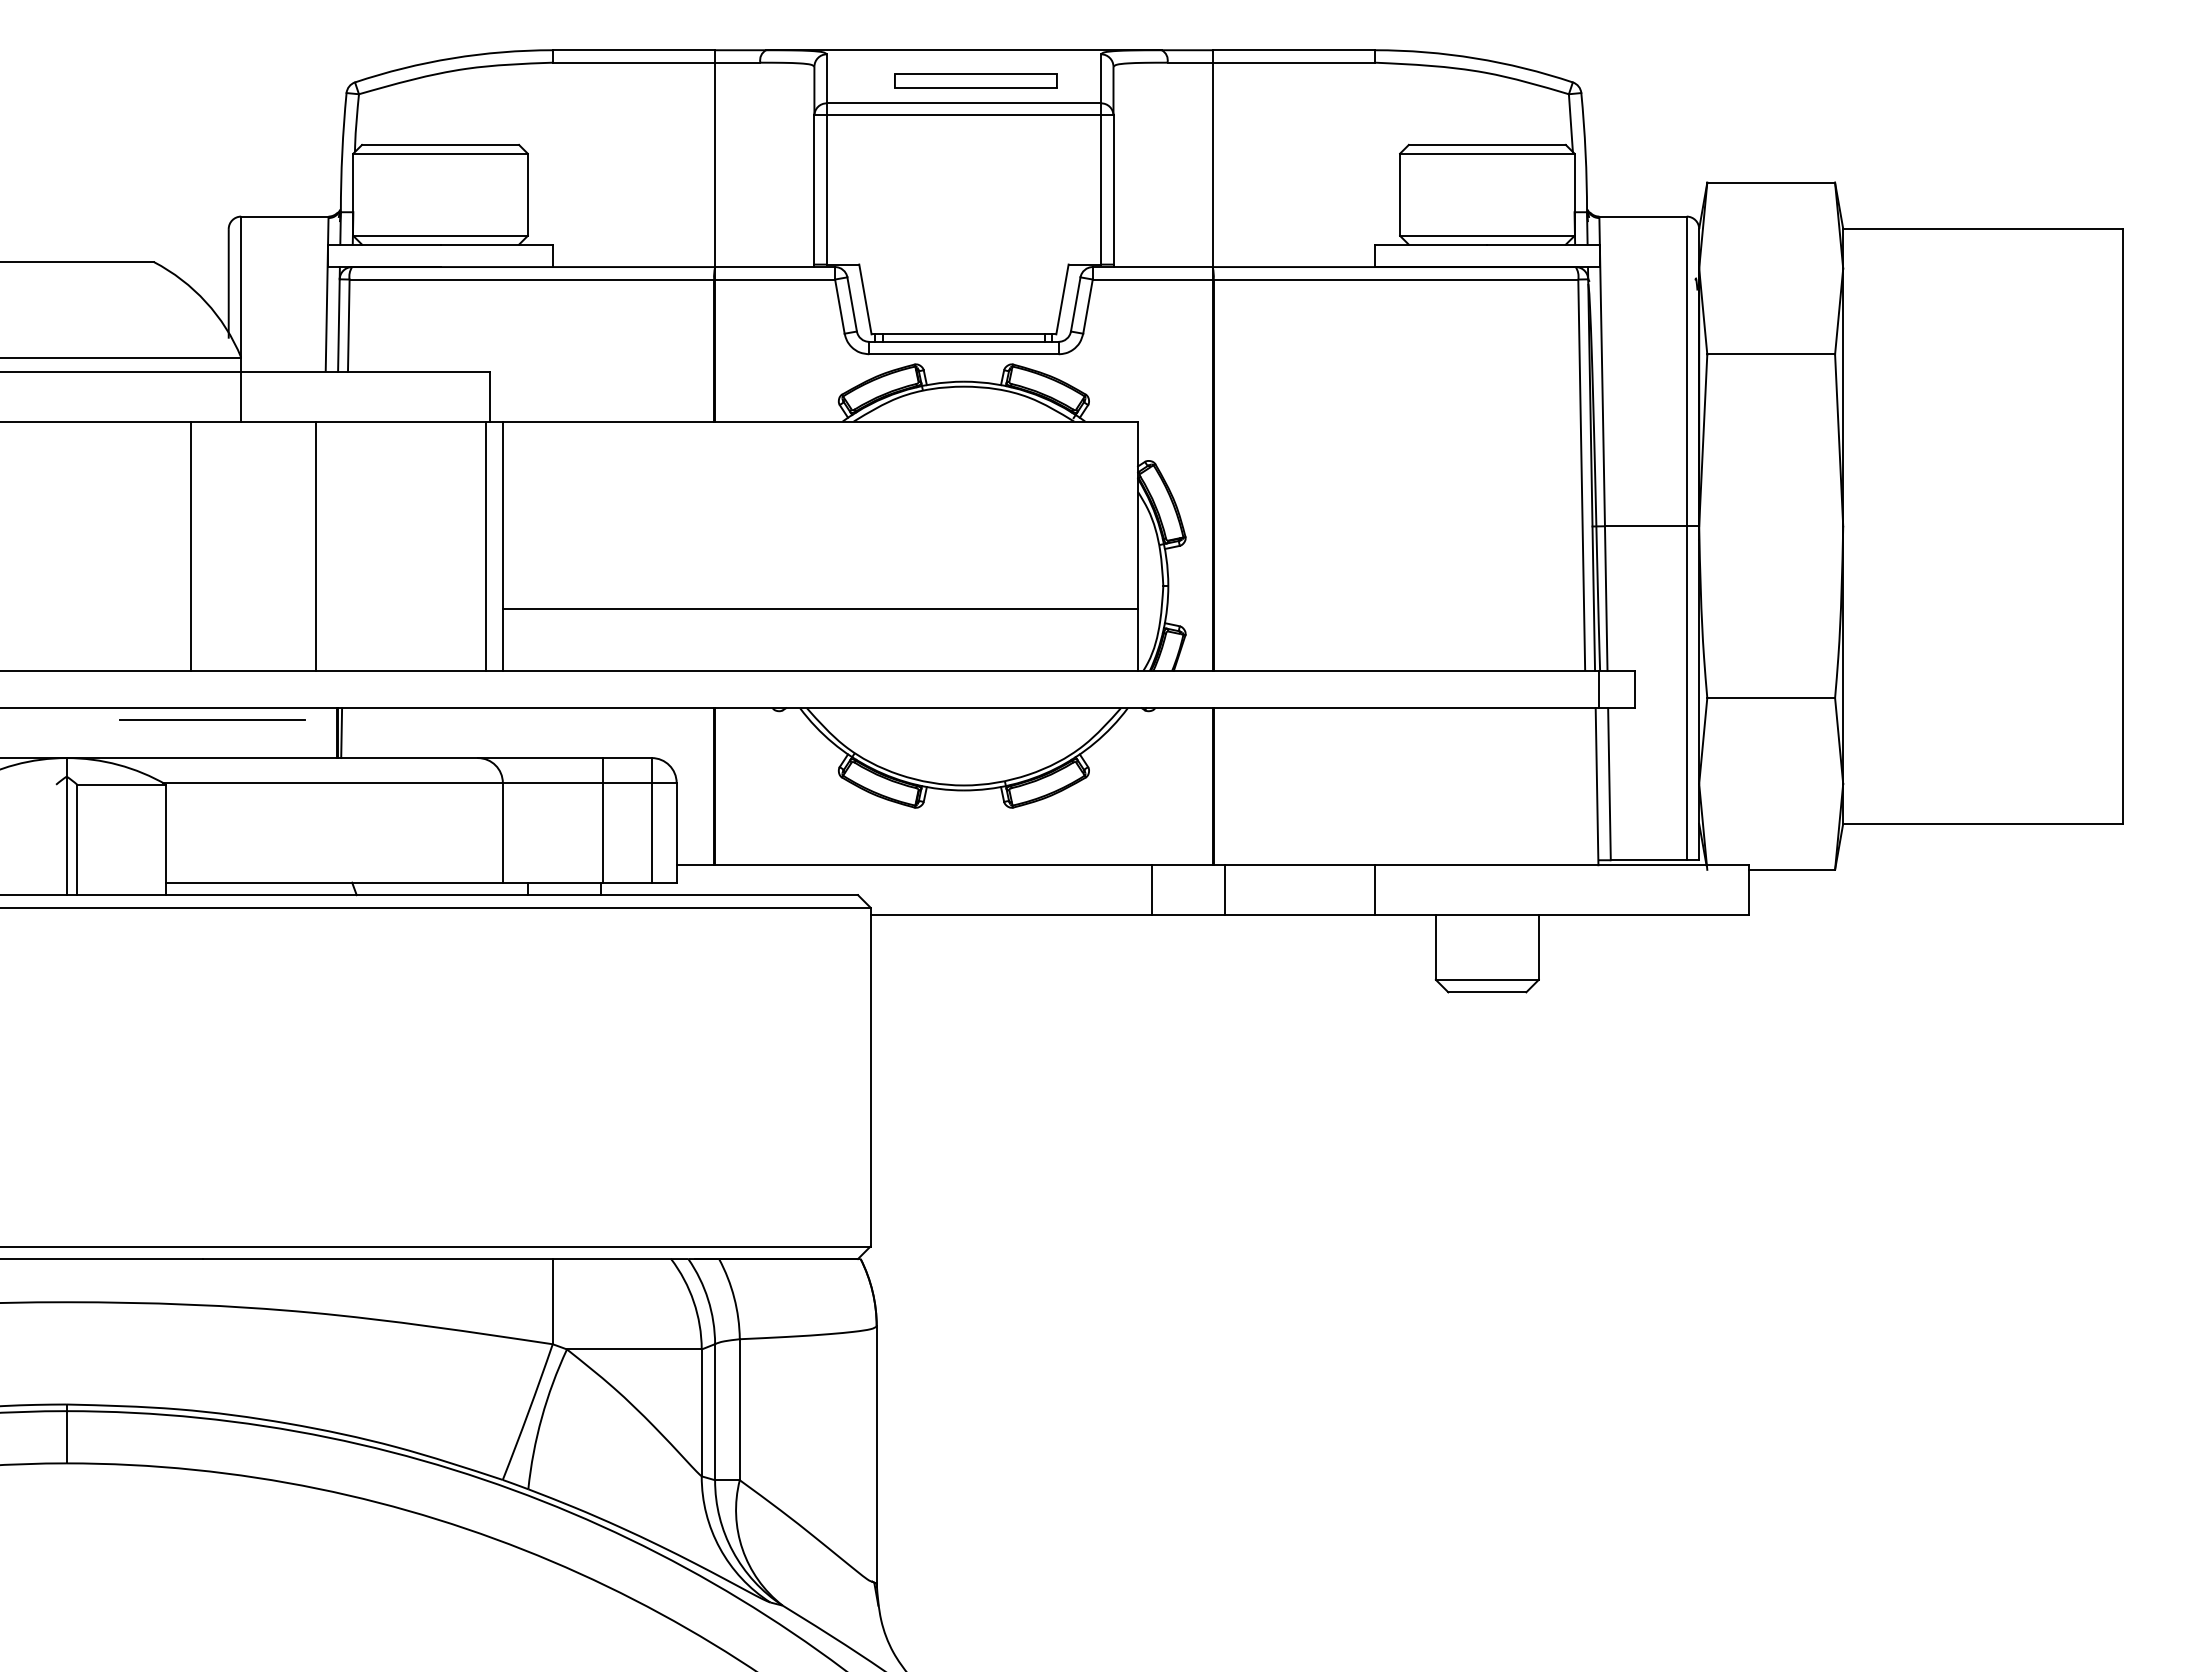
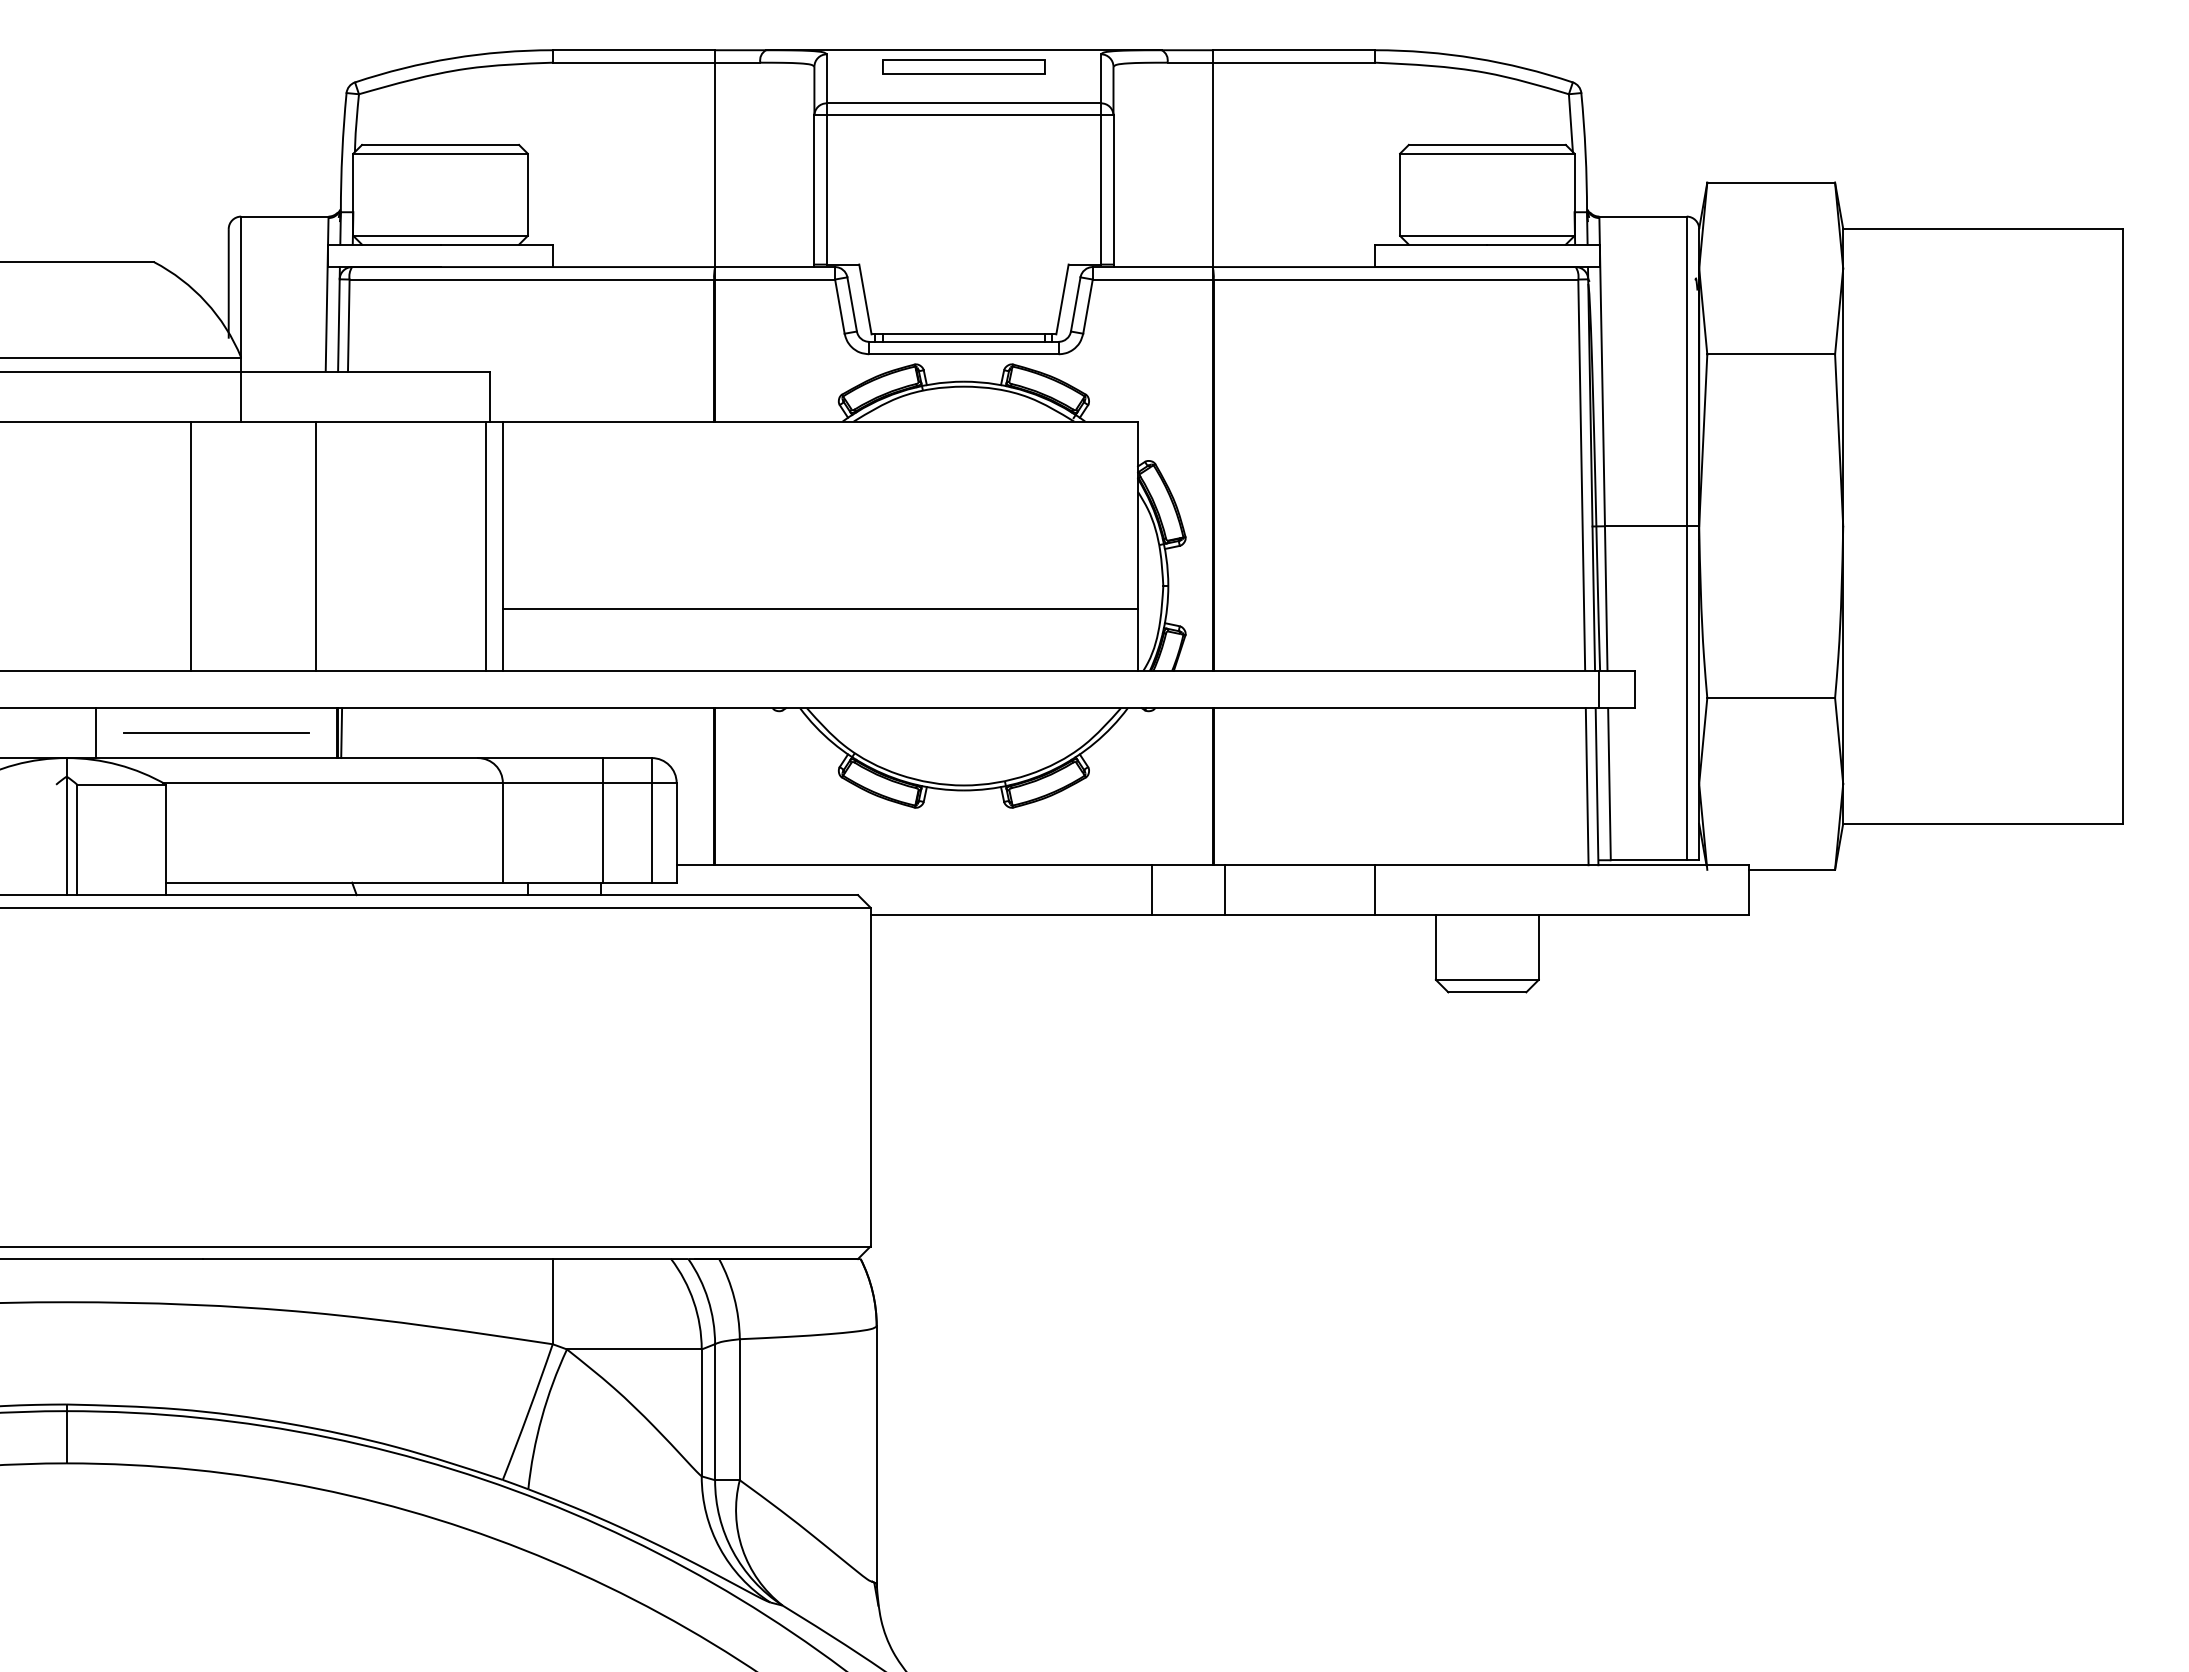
part at (975, 80) position: (975, 80) -> (963, 66)
line at (212, 719) position: (212, 719) -> (216, 732)
line at (96, 733): none -> present
line at (1586, 786): none -> present
